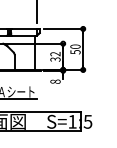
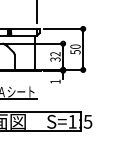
text at (55, 81): 8 -> 1
